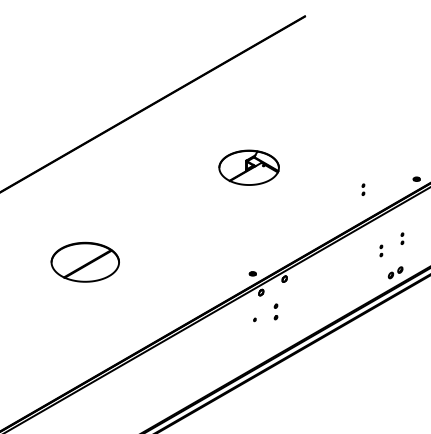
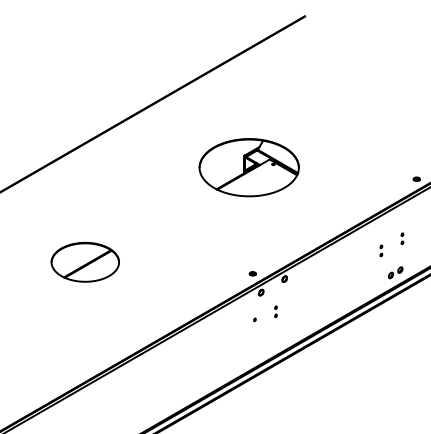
part at (248, 167) size: 62x37 px -> 102x60 px
part at (363, 189): present -> none
part at (275, 311) size: 6x18 px -> 4x13 px
